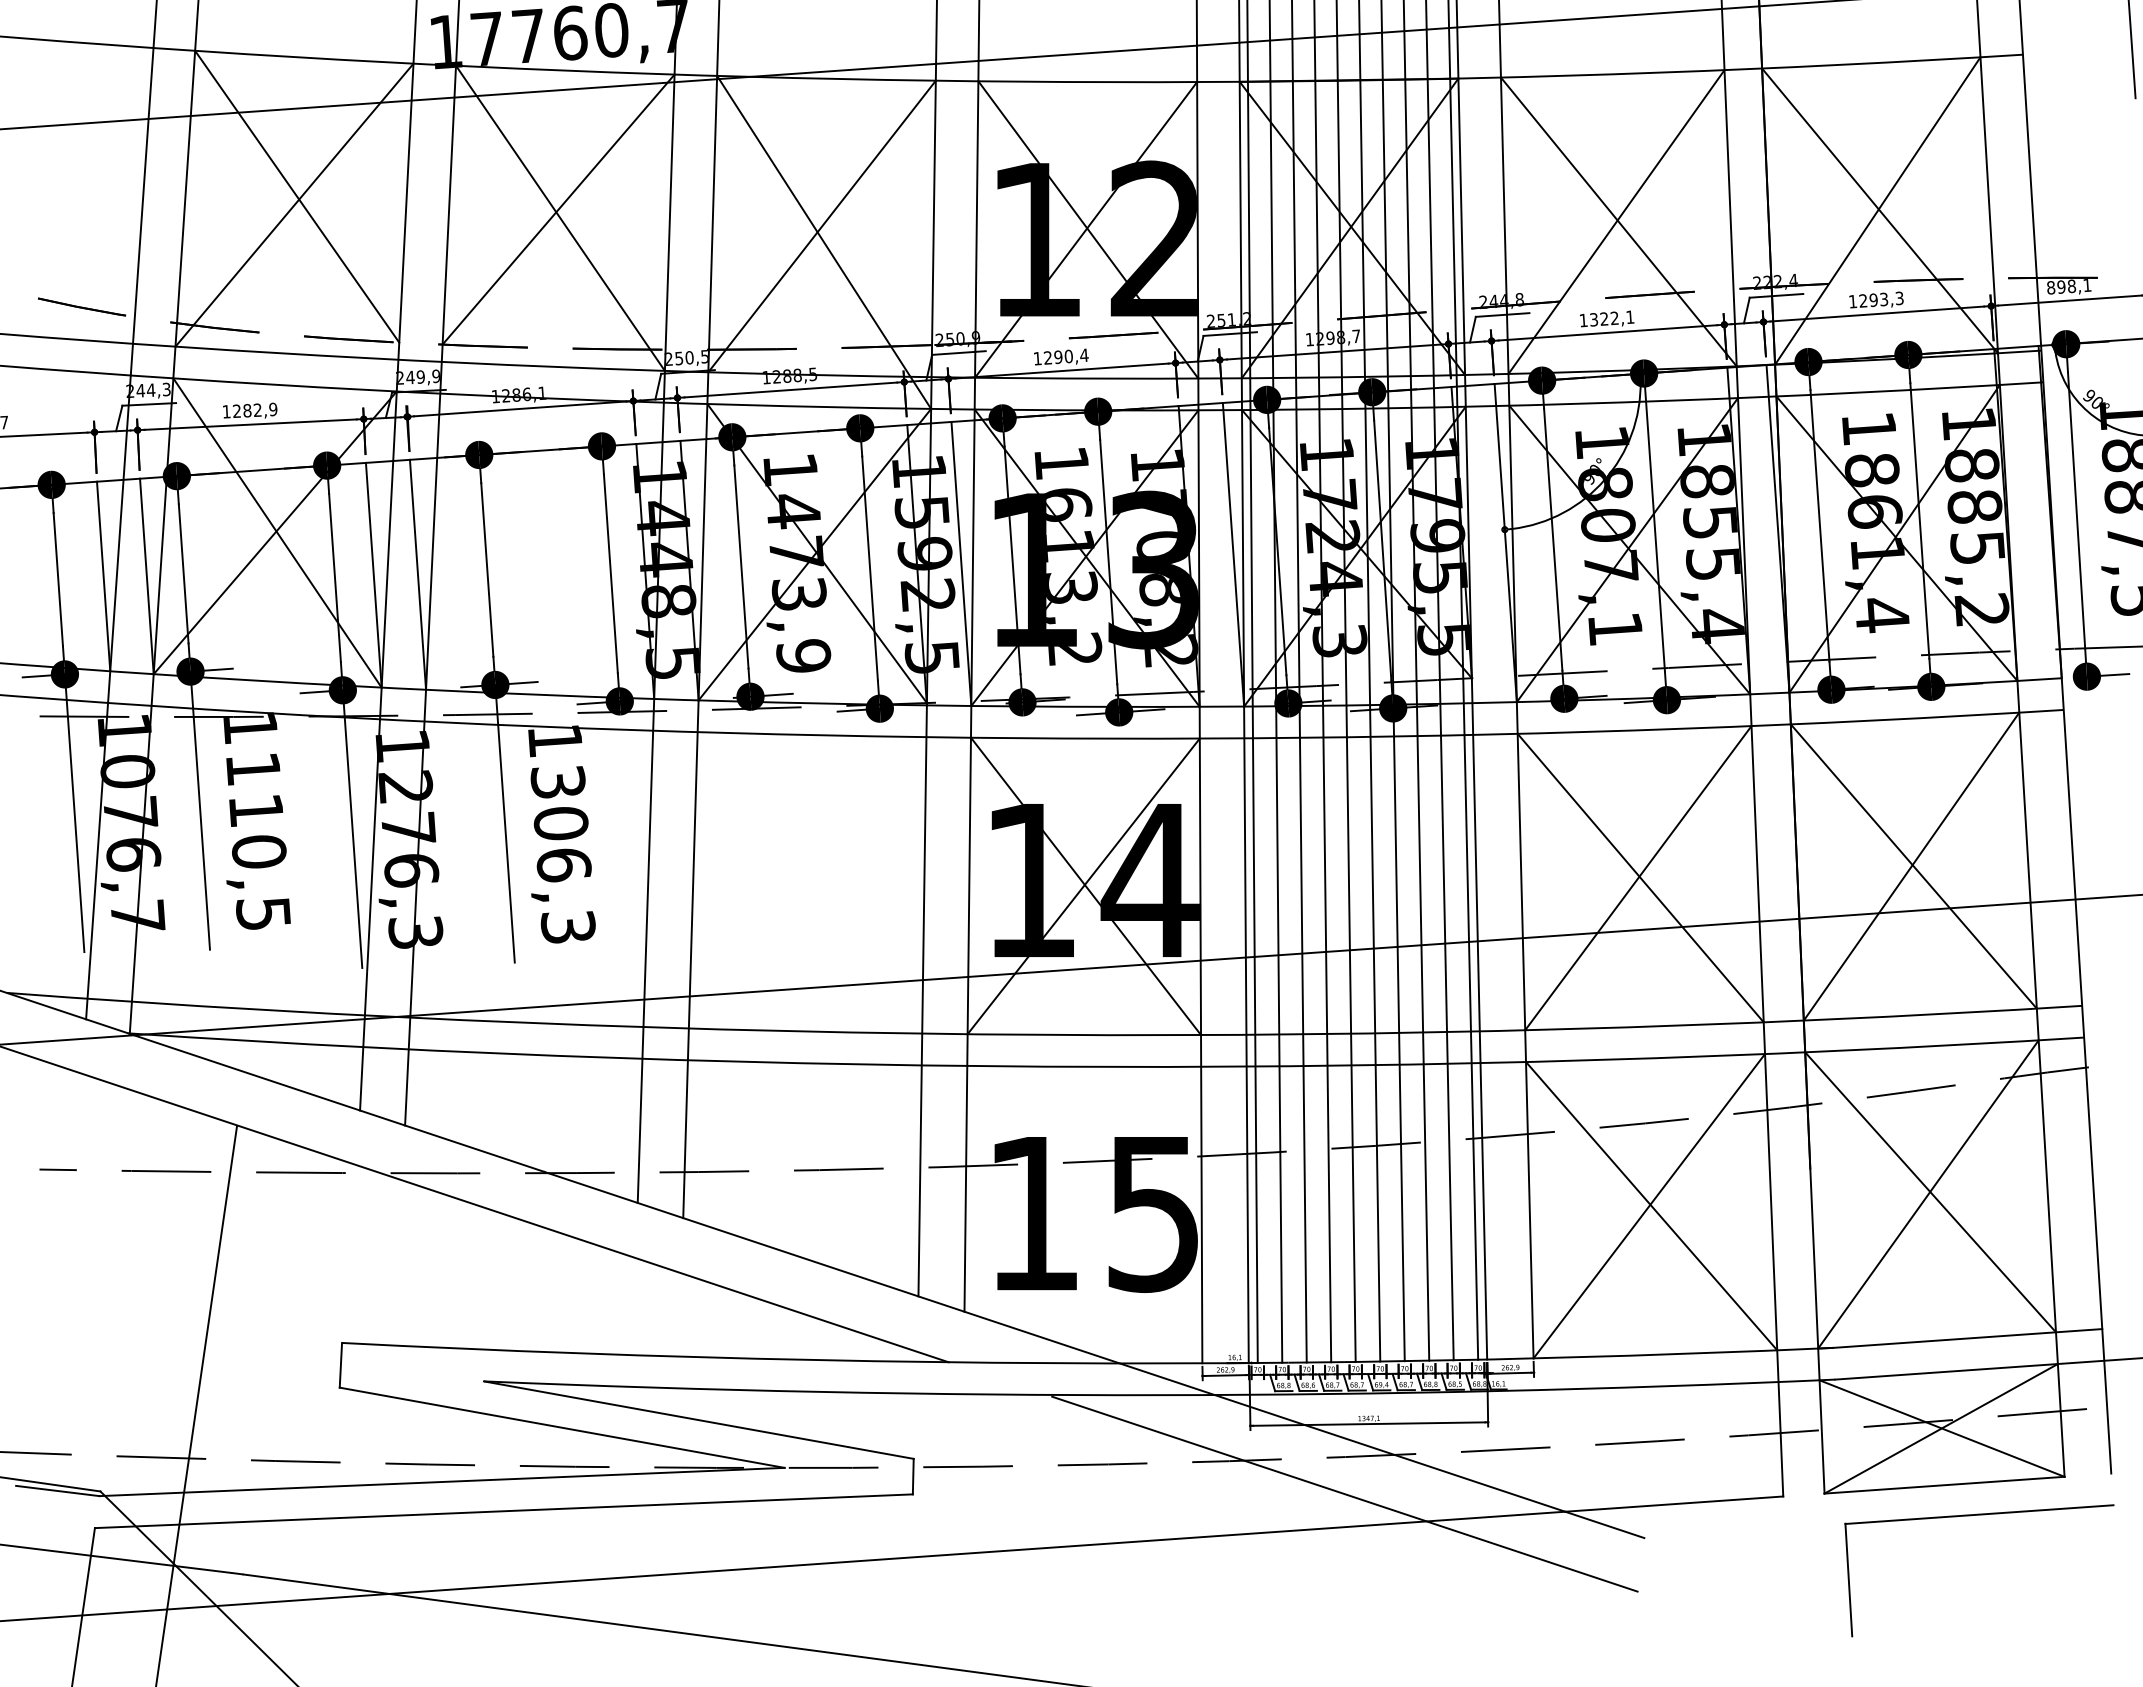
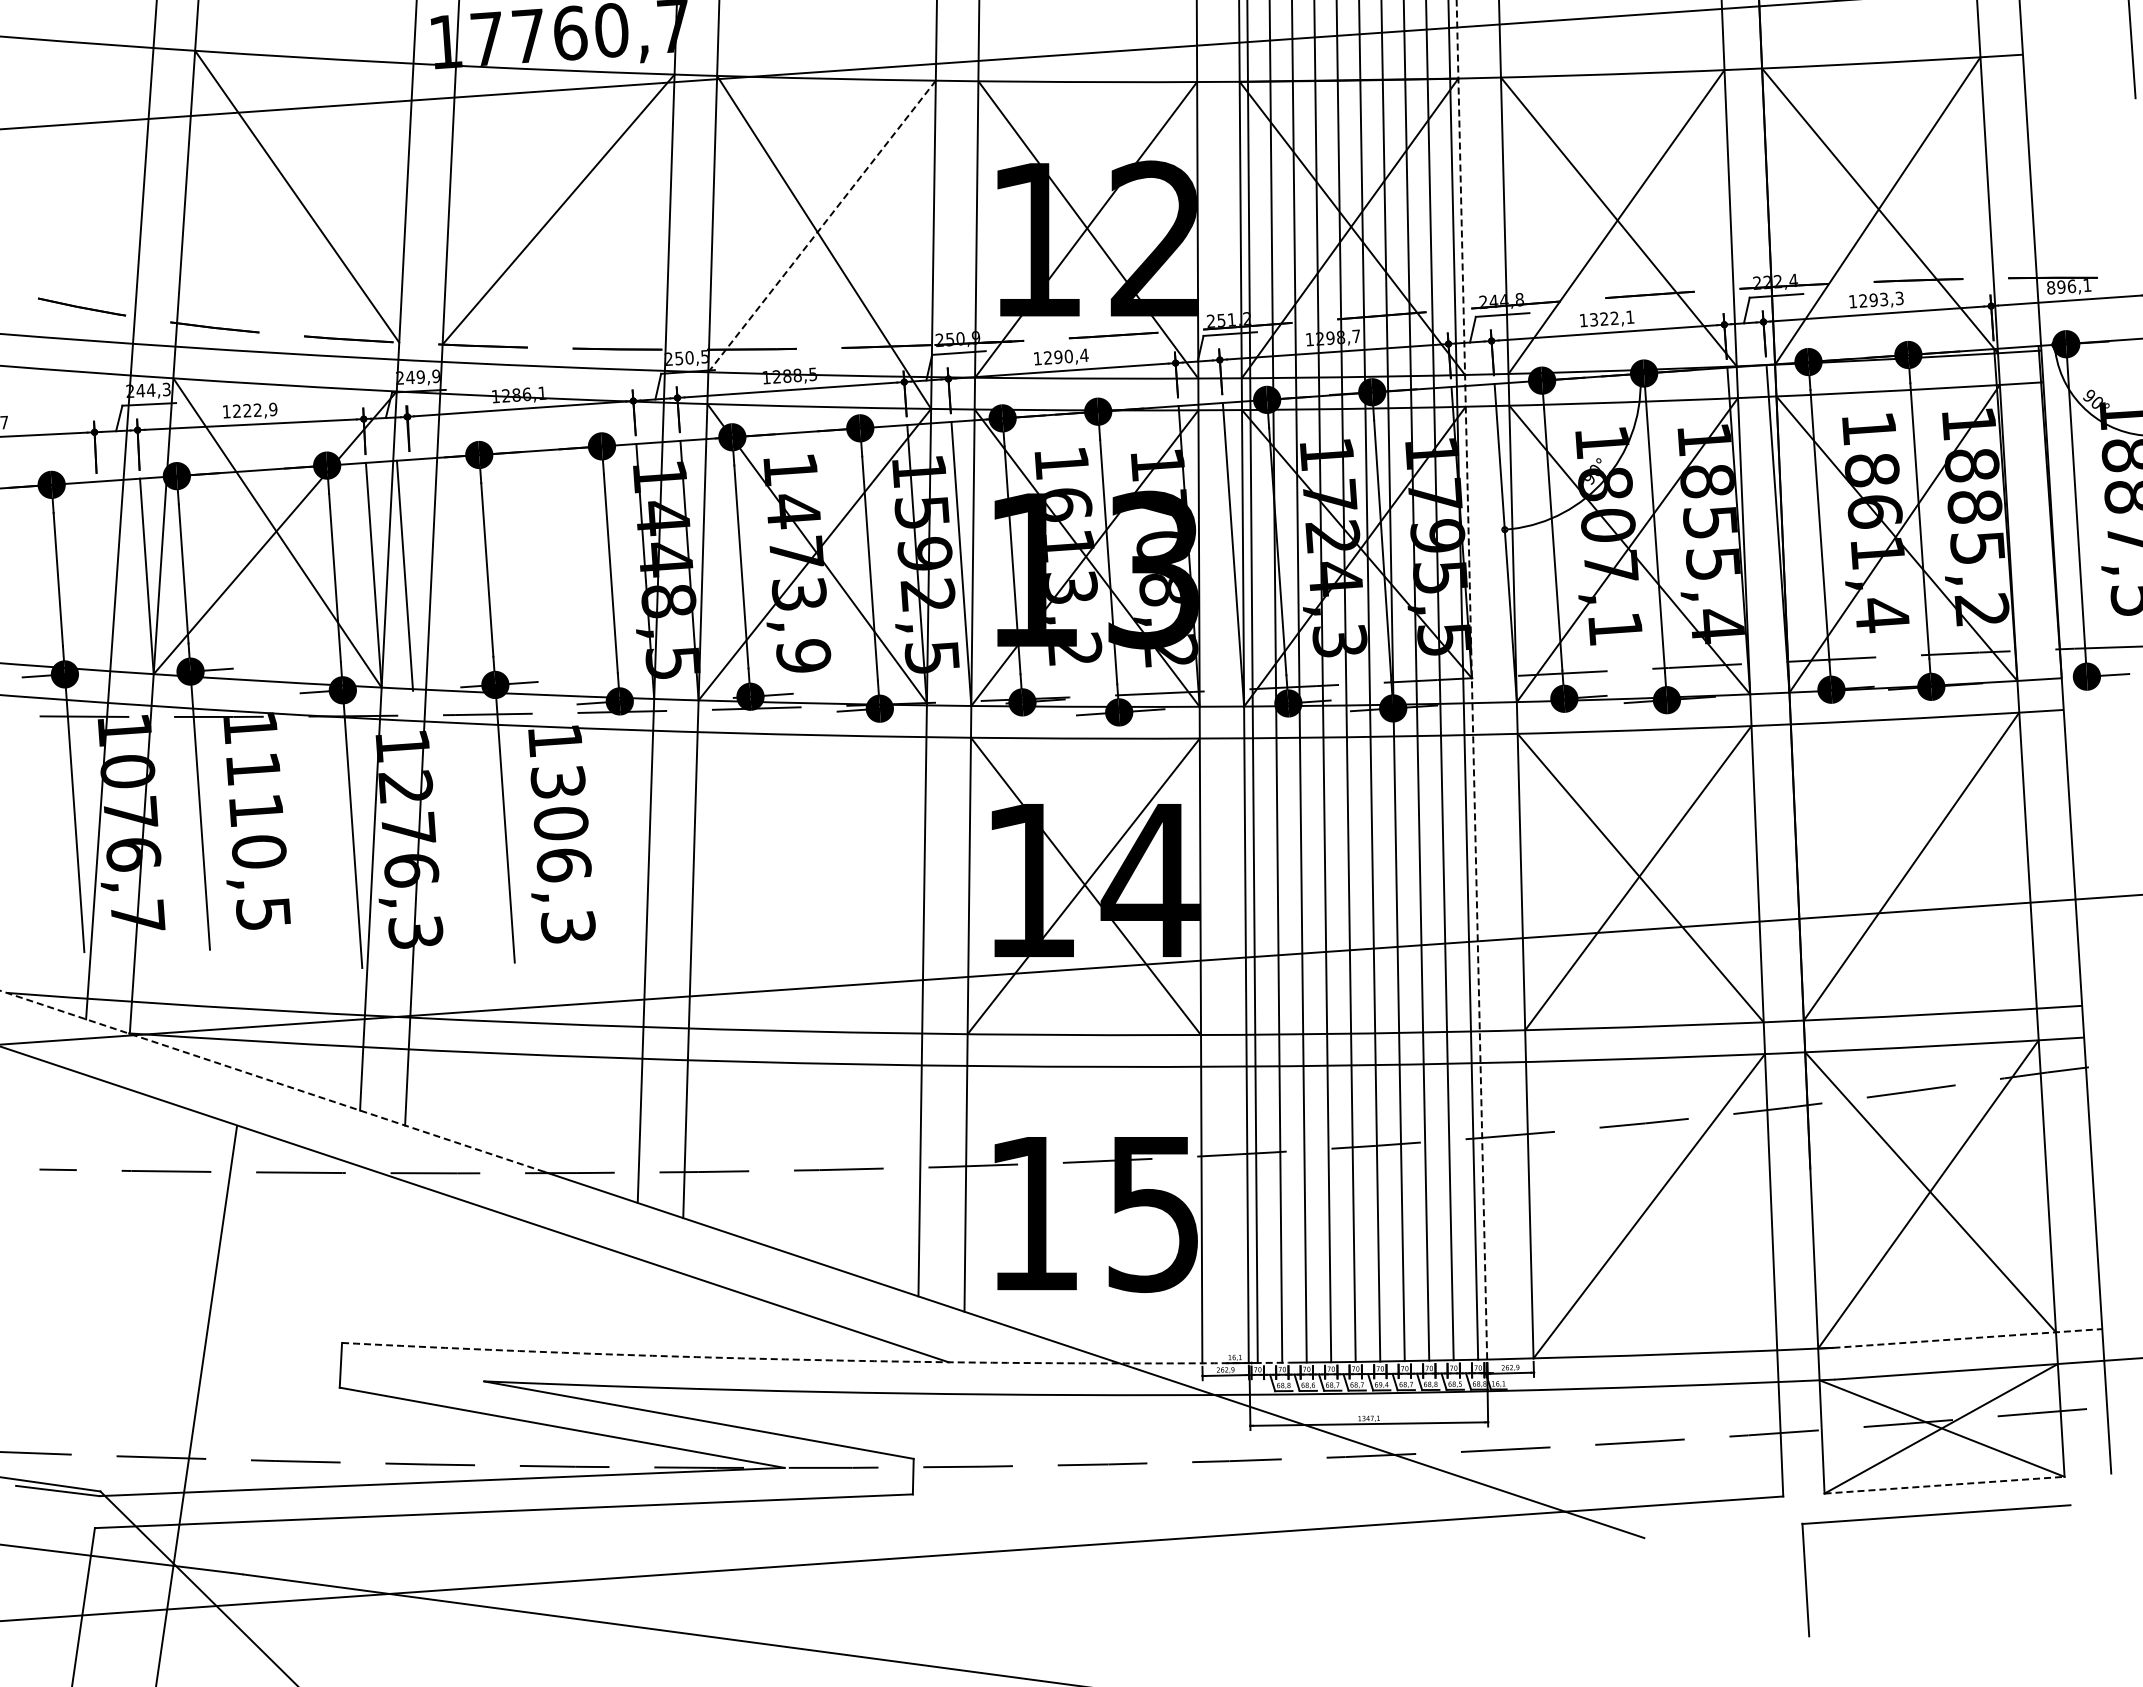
line at (294, 204): present -> none
line at (560, 217): present -> none
line at (822, 226): solid -> dashed
text at (2071, 286): 898,1 -> 896,1
text at (247, 410): 1282,9 -> 1222,9
line at (417, 574) position: (417, 574) -> (404, 575)
line at (103, 576): present -> none
line at (1471, 679): solid -> dashed
line at (1913, 866): present -> none
line at (272, 1081): solid -> dashed
line at (1651, 1206): present -> none
line at (1967, 1338): solid -> dashed
arc at (815, 1360): solid -> dashed
line at (1945, 1485): solid -> dashed
line at (1344, 1493): present -> none
part at (1971, 1516) position: (1971, 1516) -> (1928, 1516)
